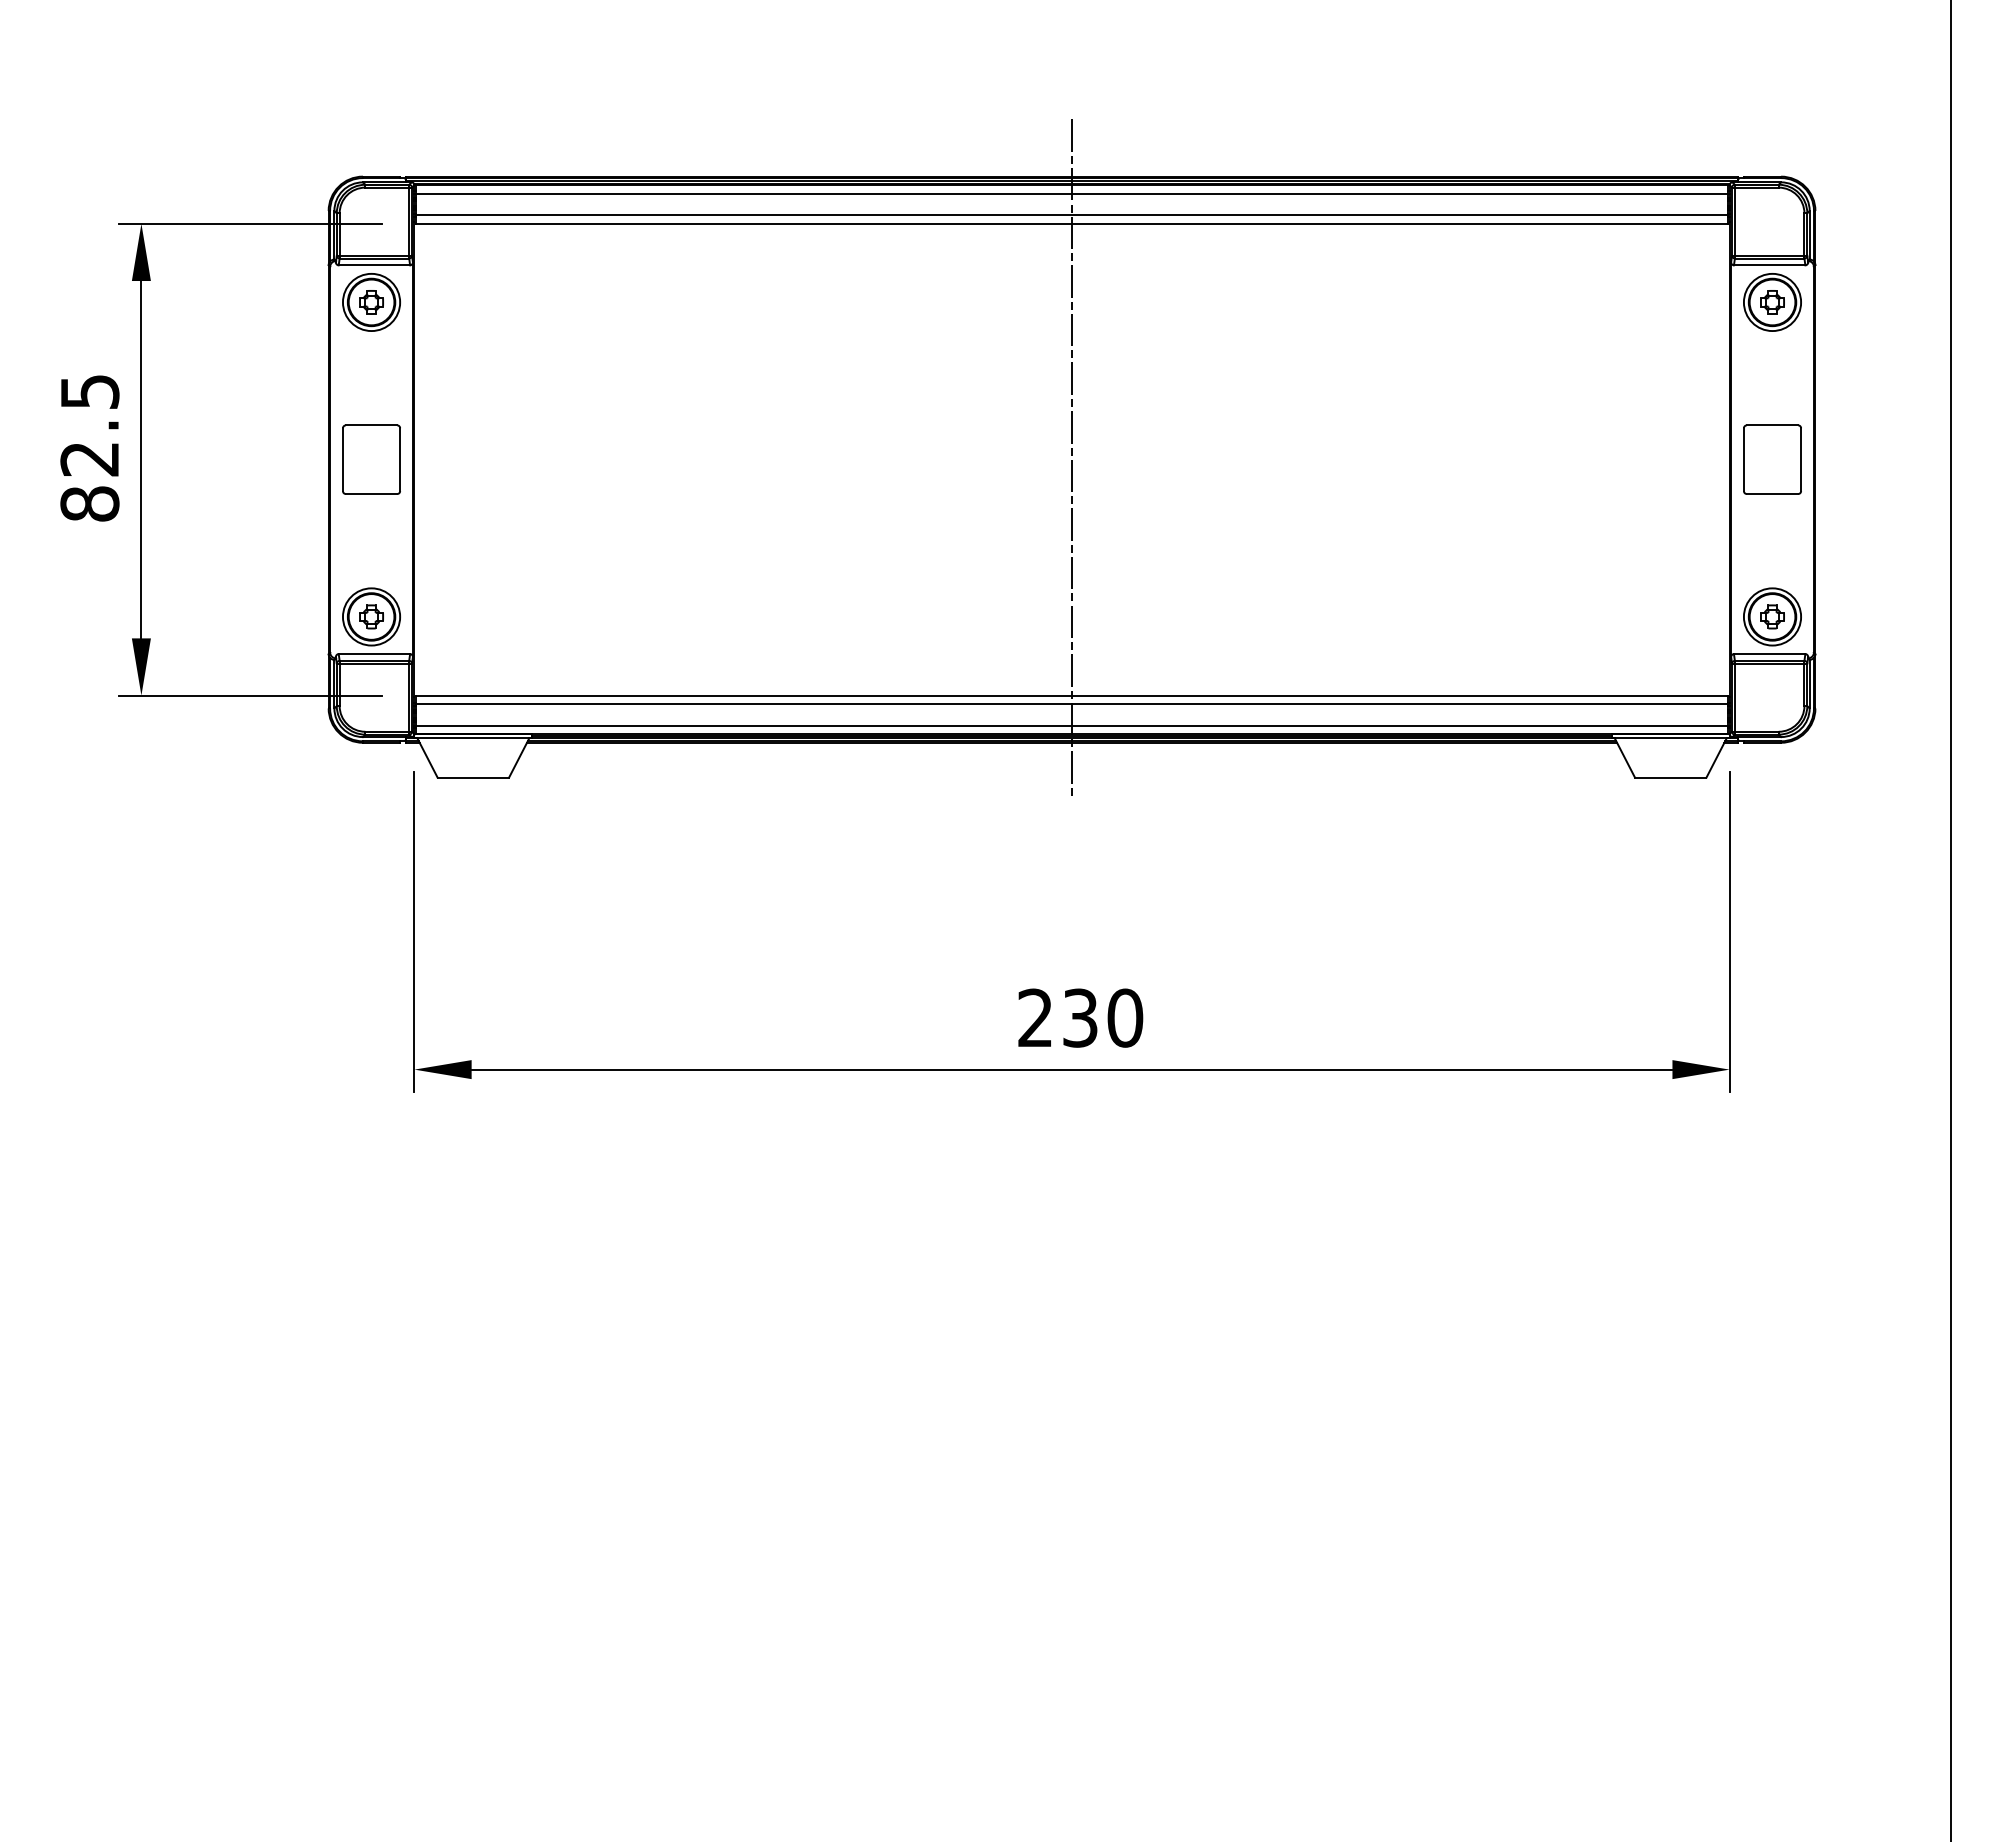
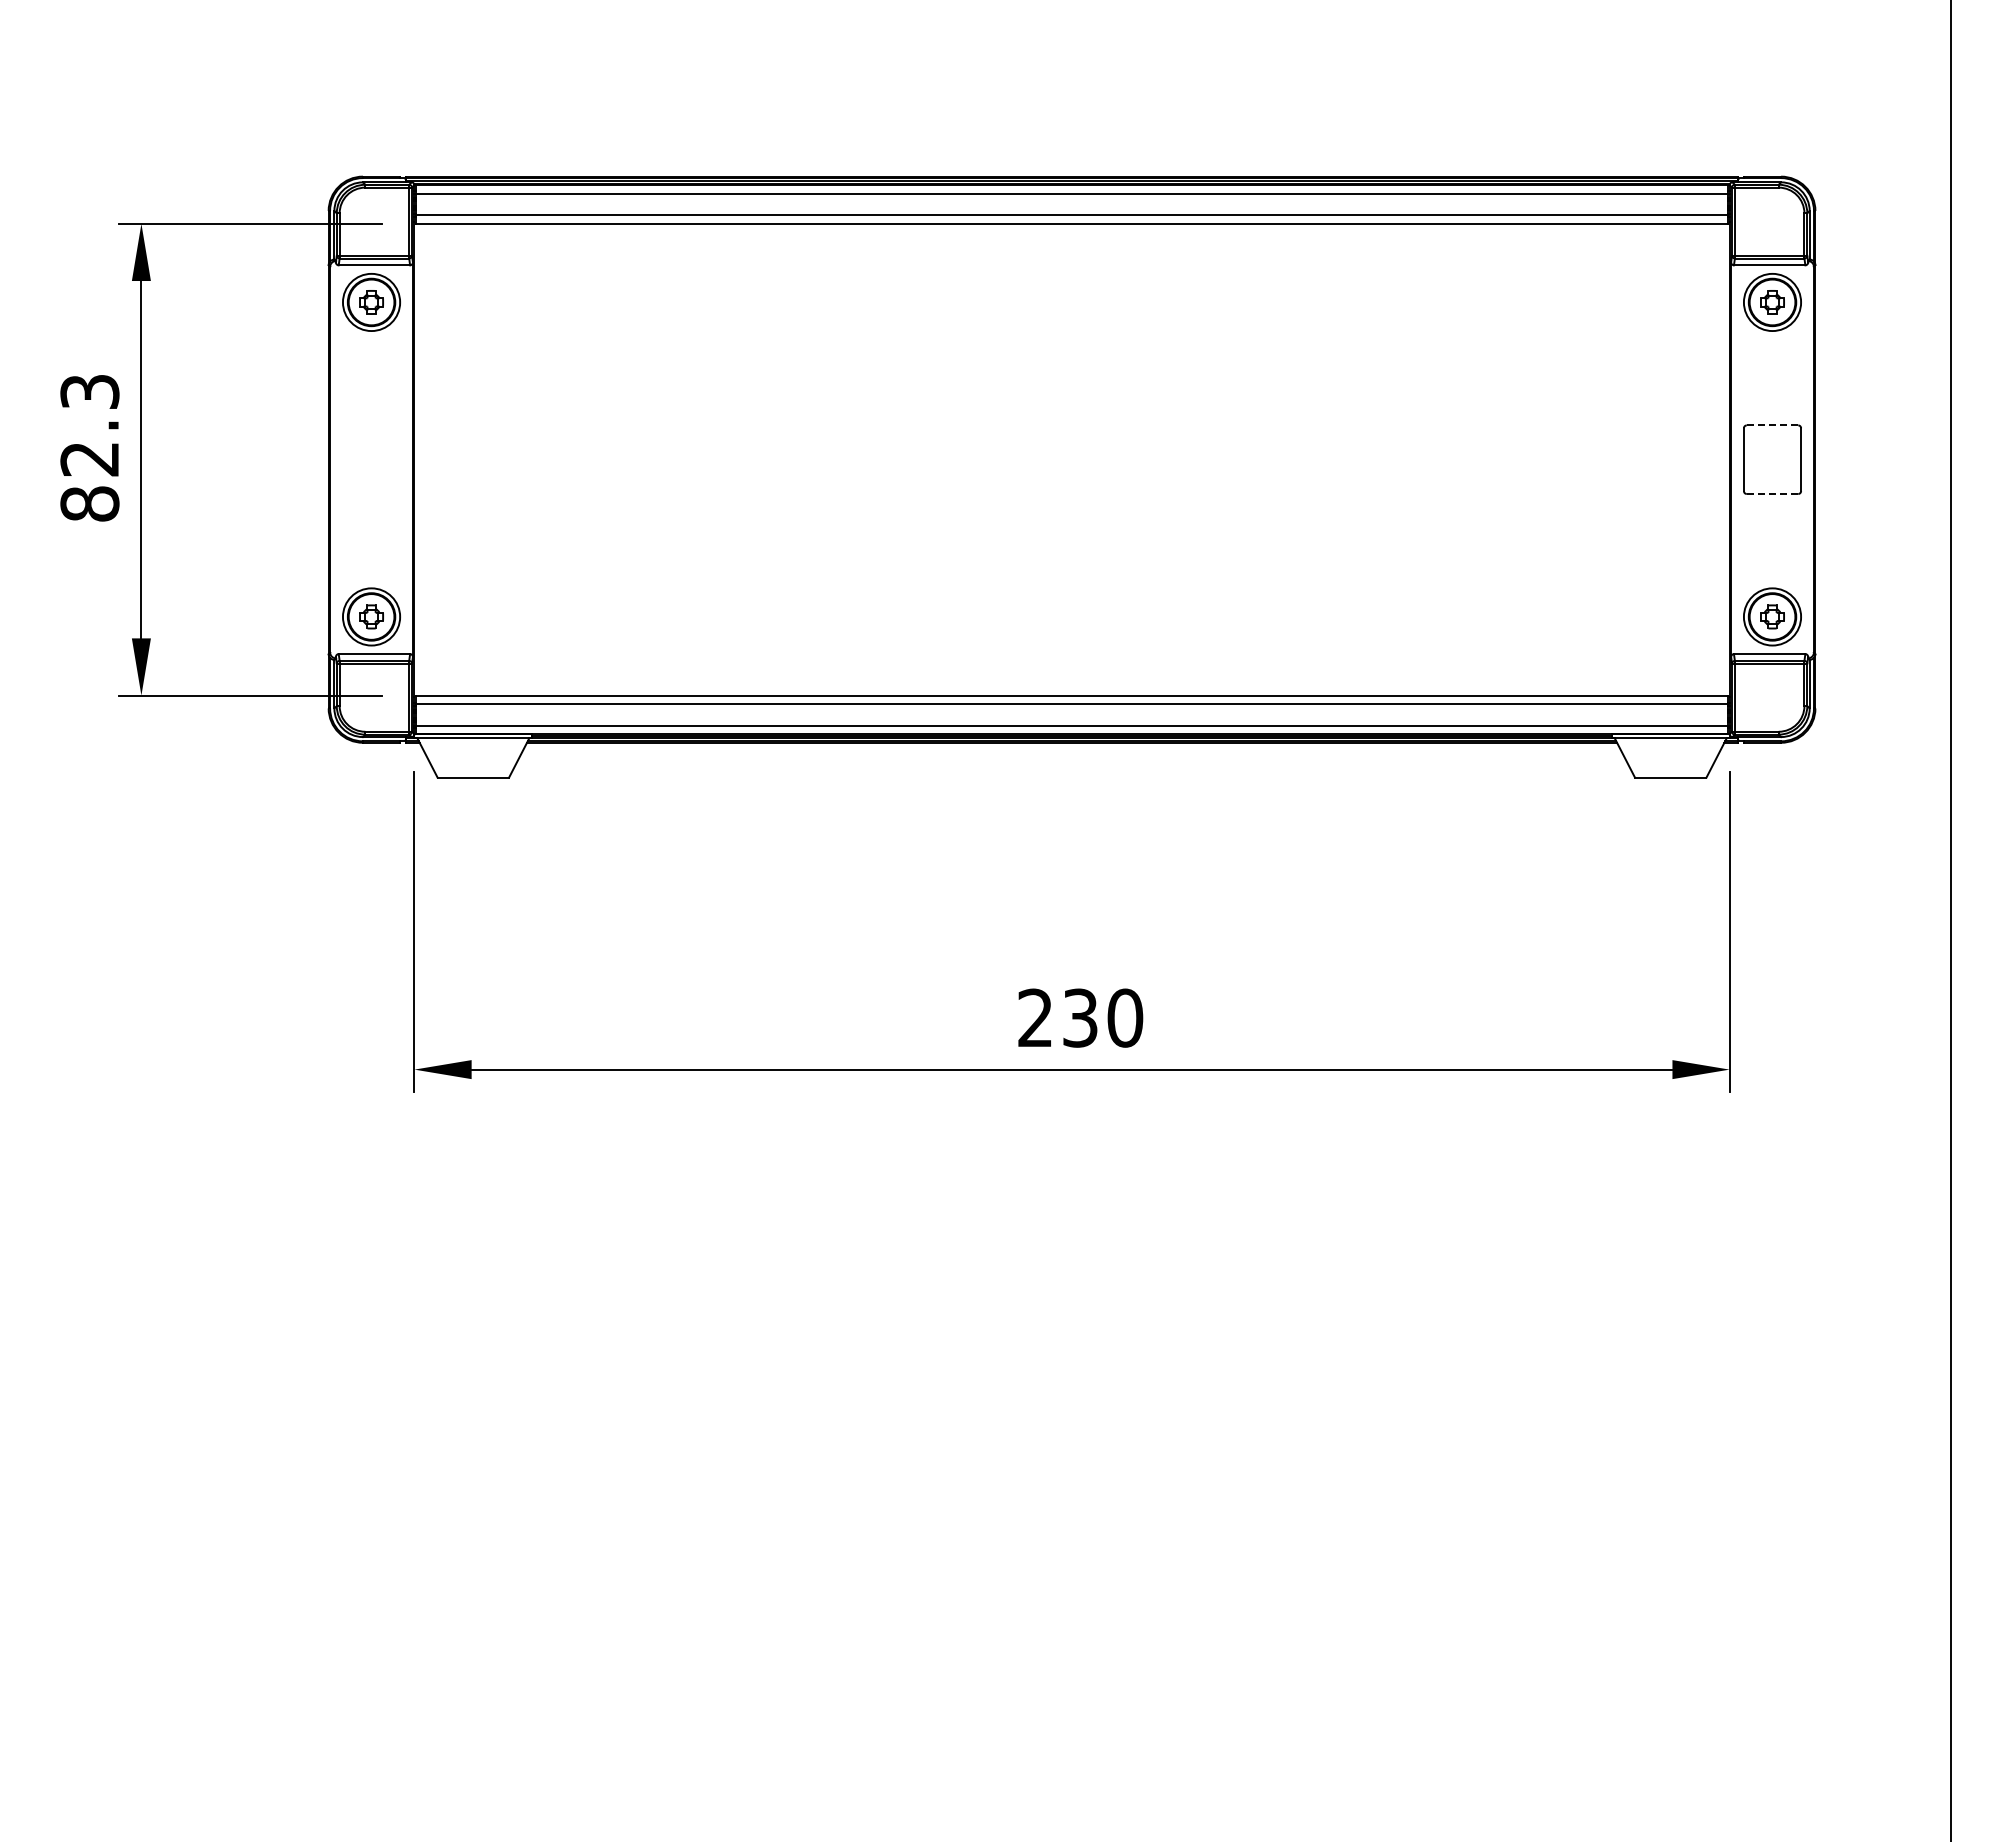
text at (89, 391): 82.5 -> 82.3
line at (1772, 425): solid -> dashed
part at (371, 459): present -> none
line at (1072, 459): present -> none
line at (1772, 494): solid -> dashed
